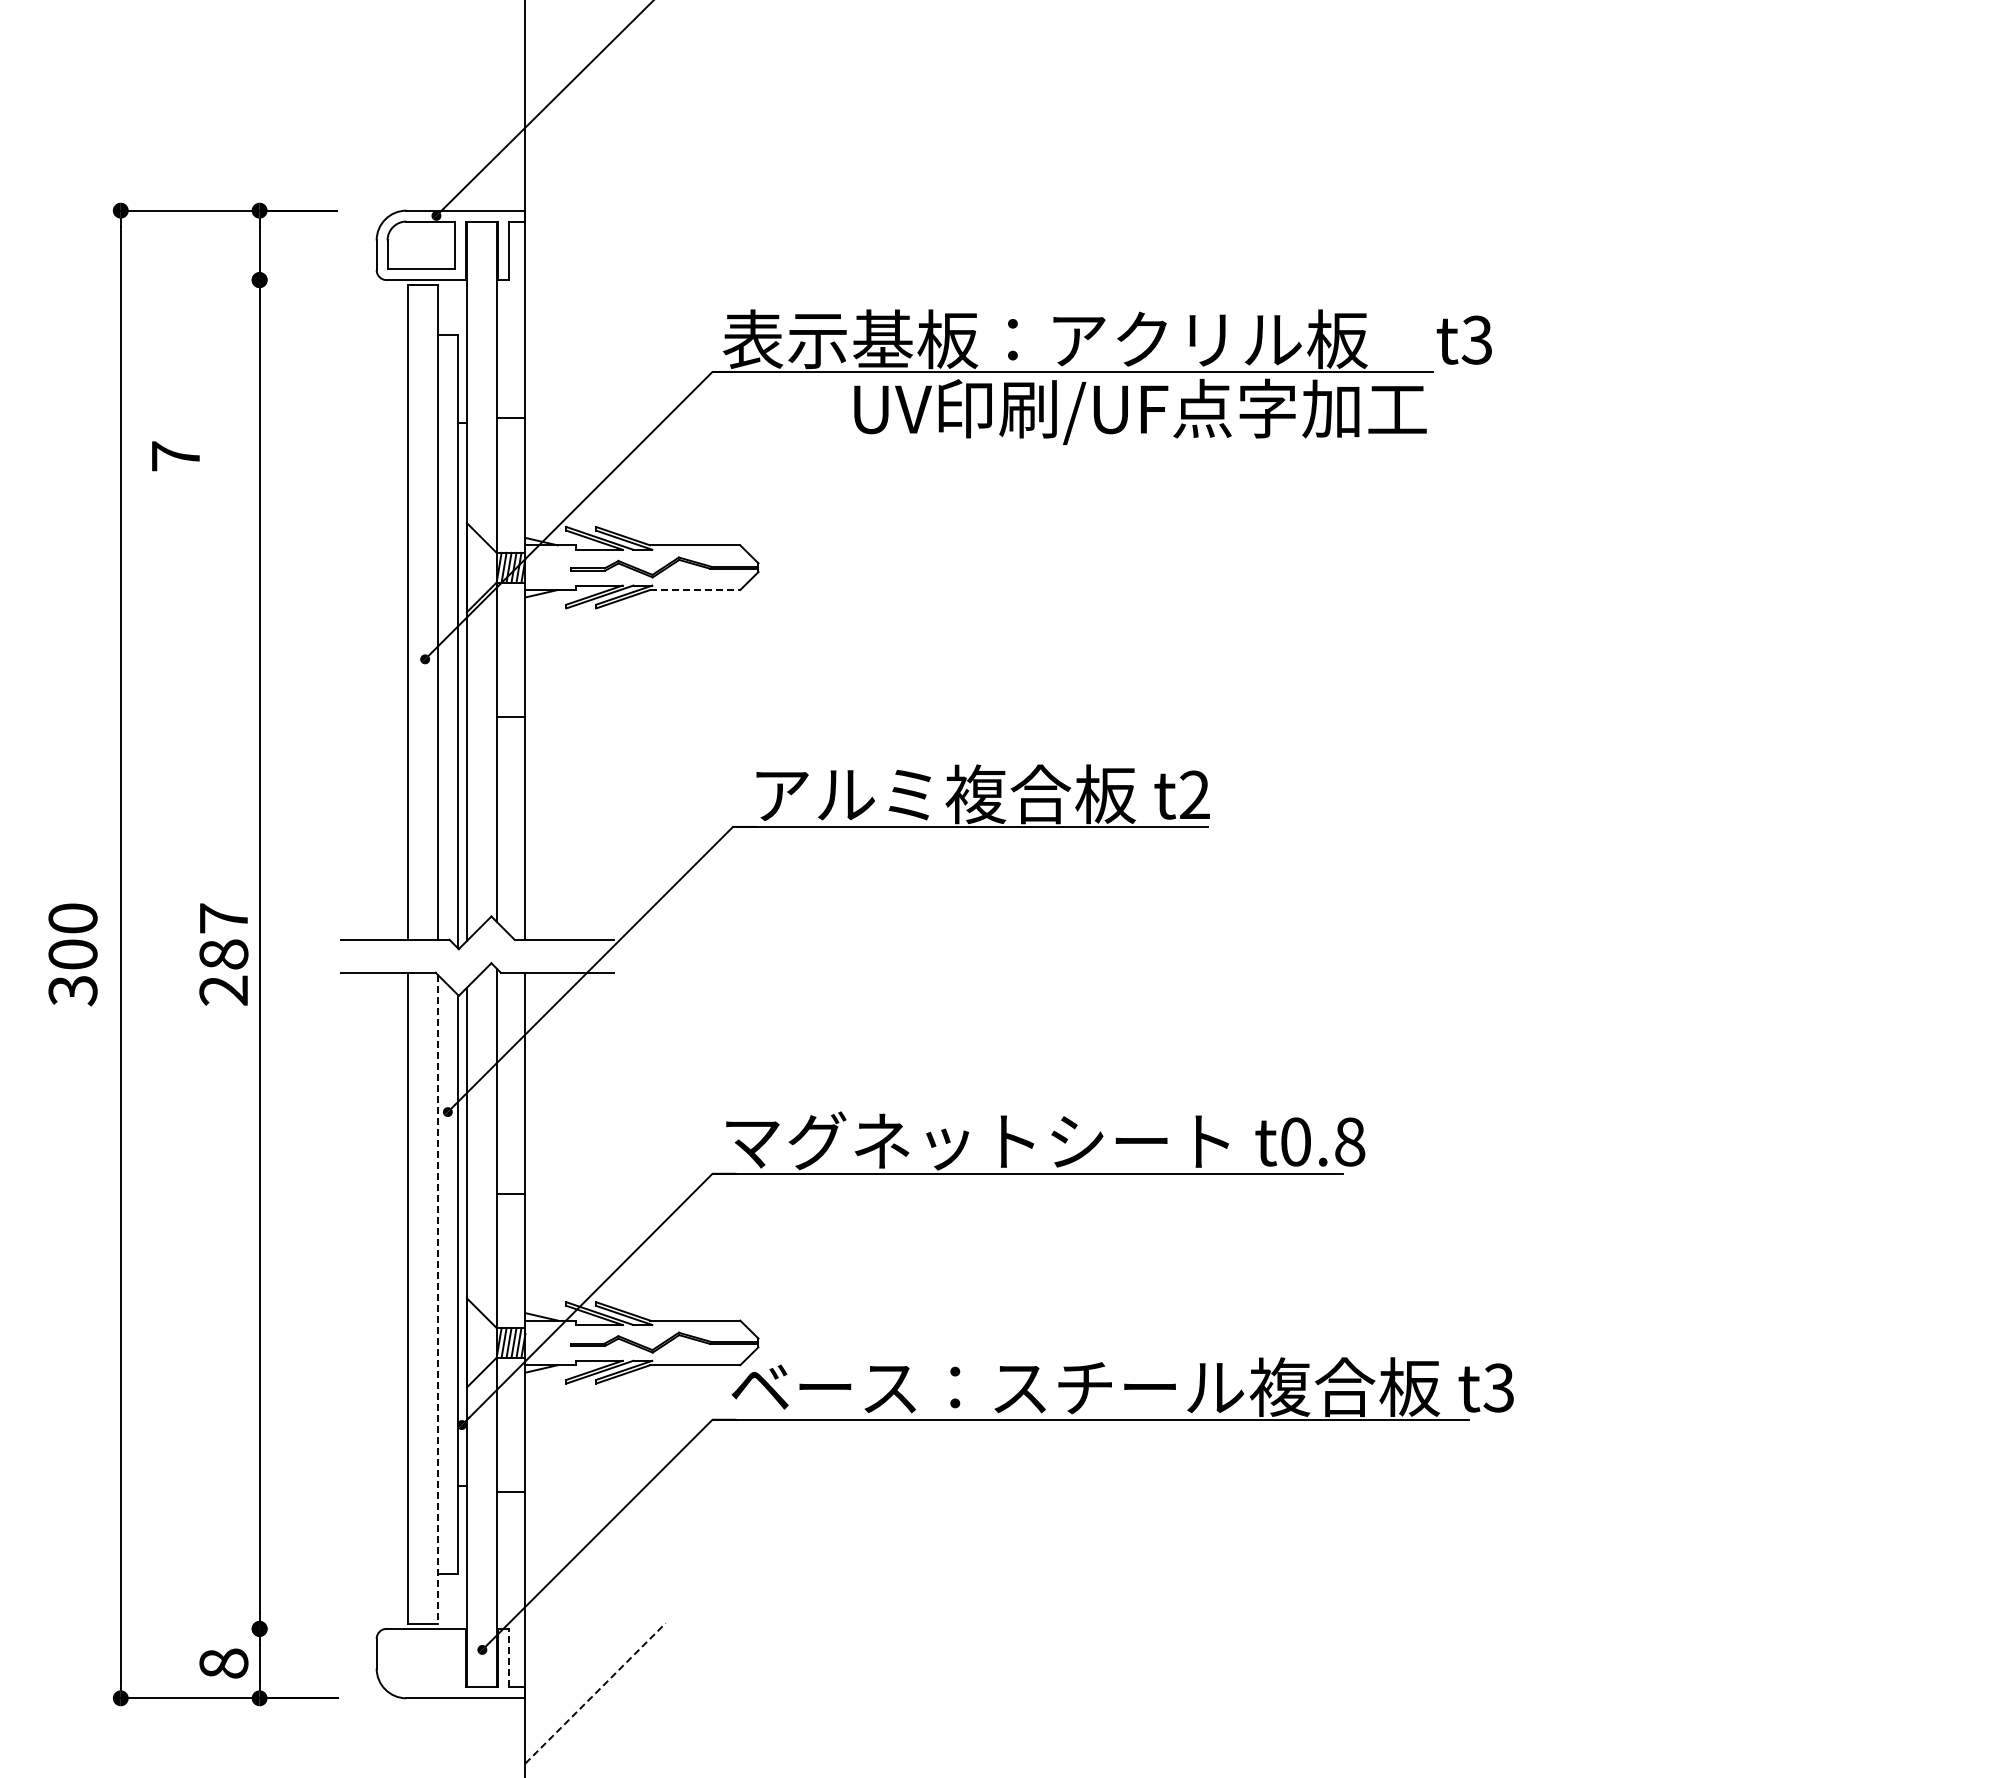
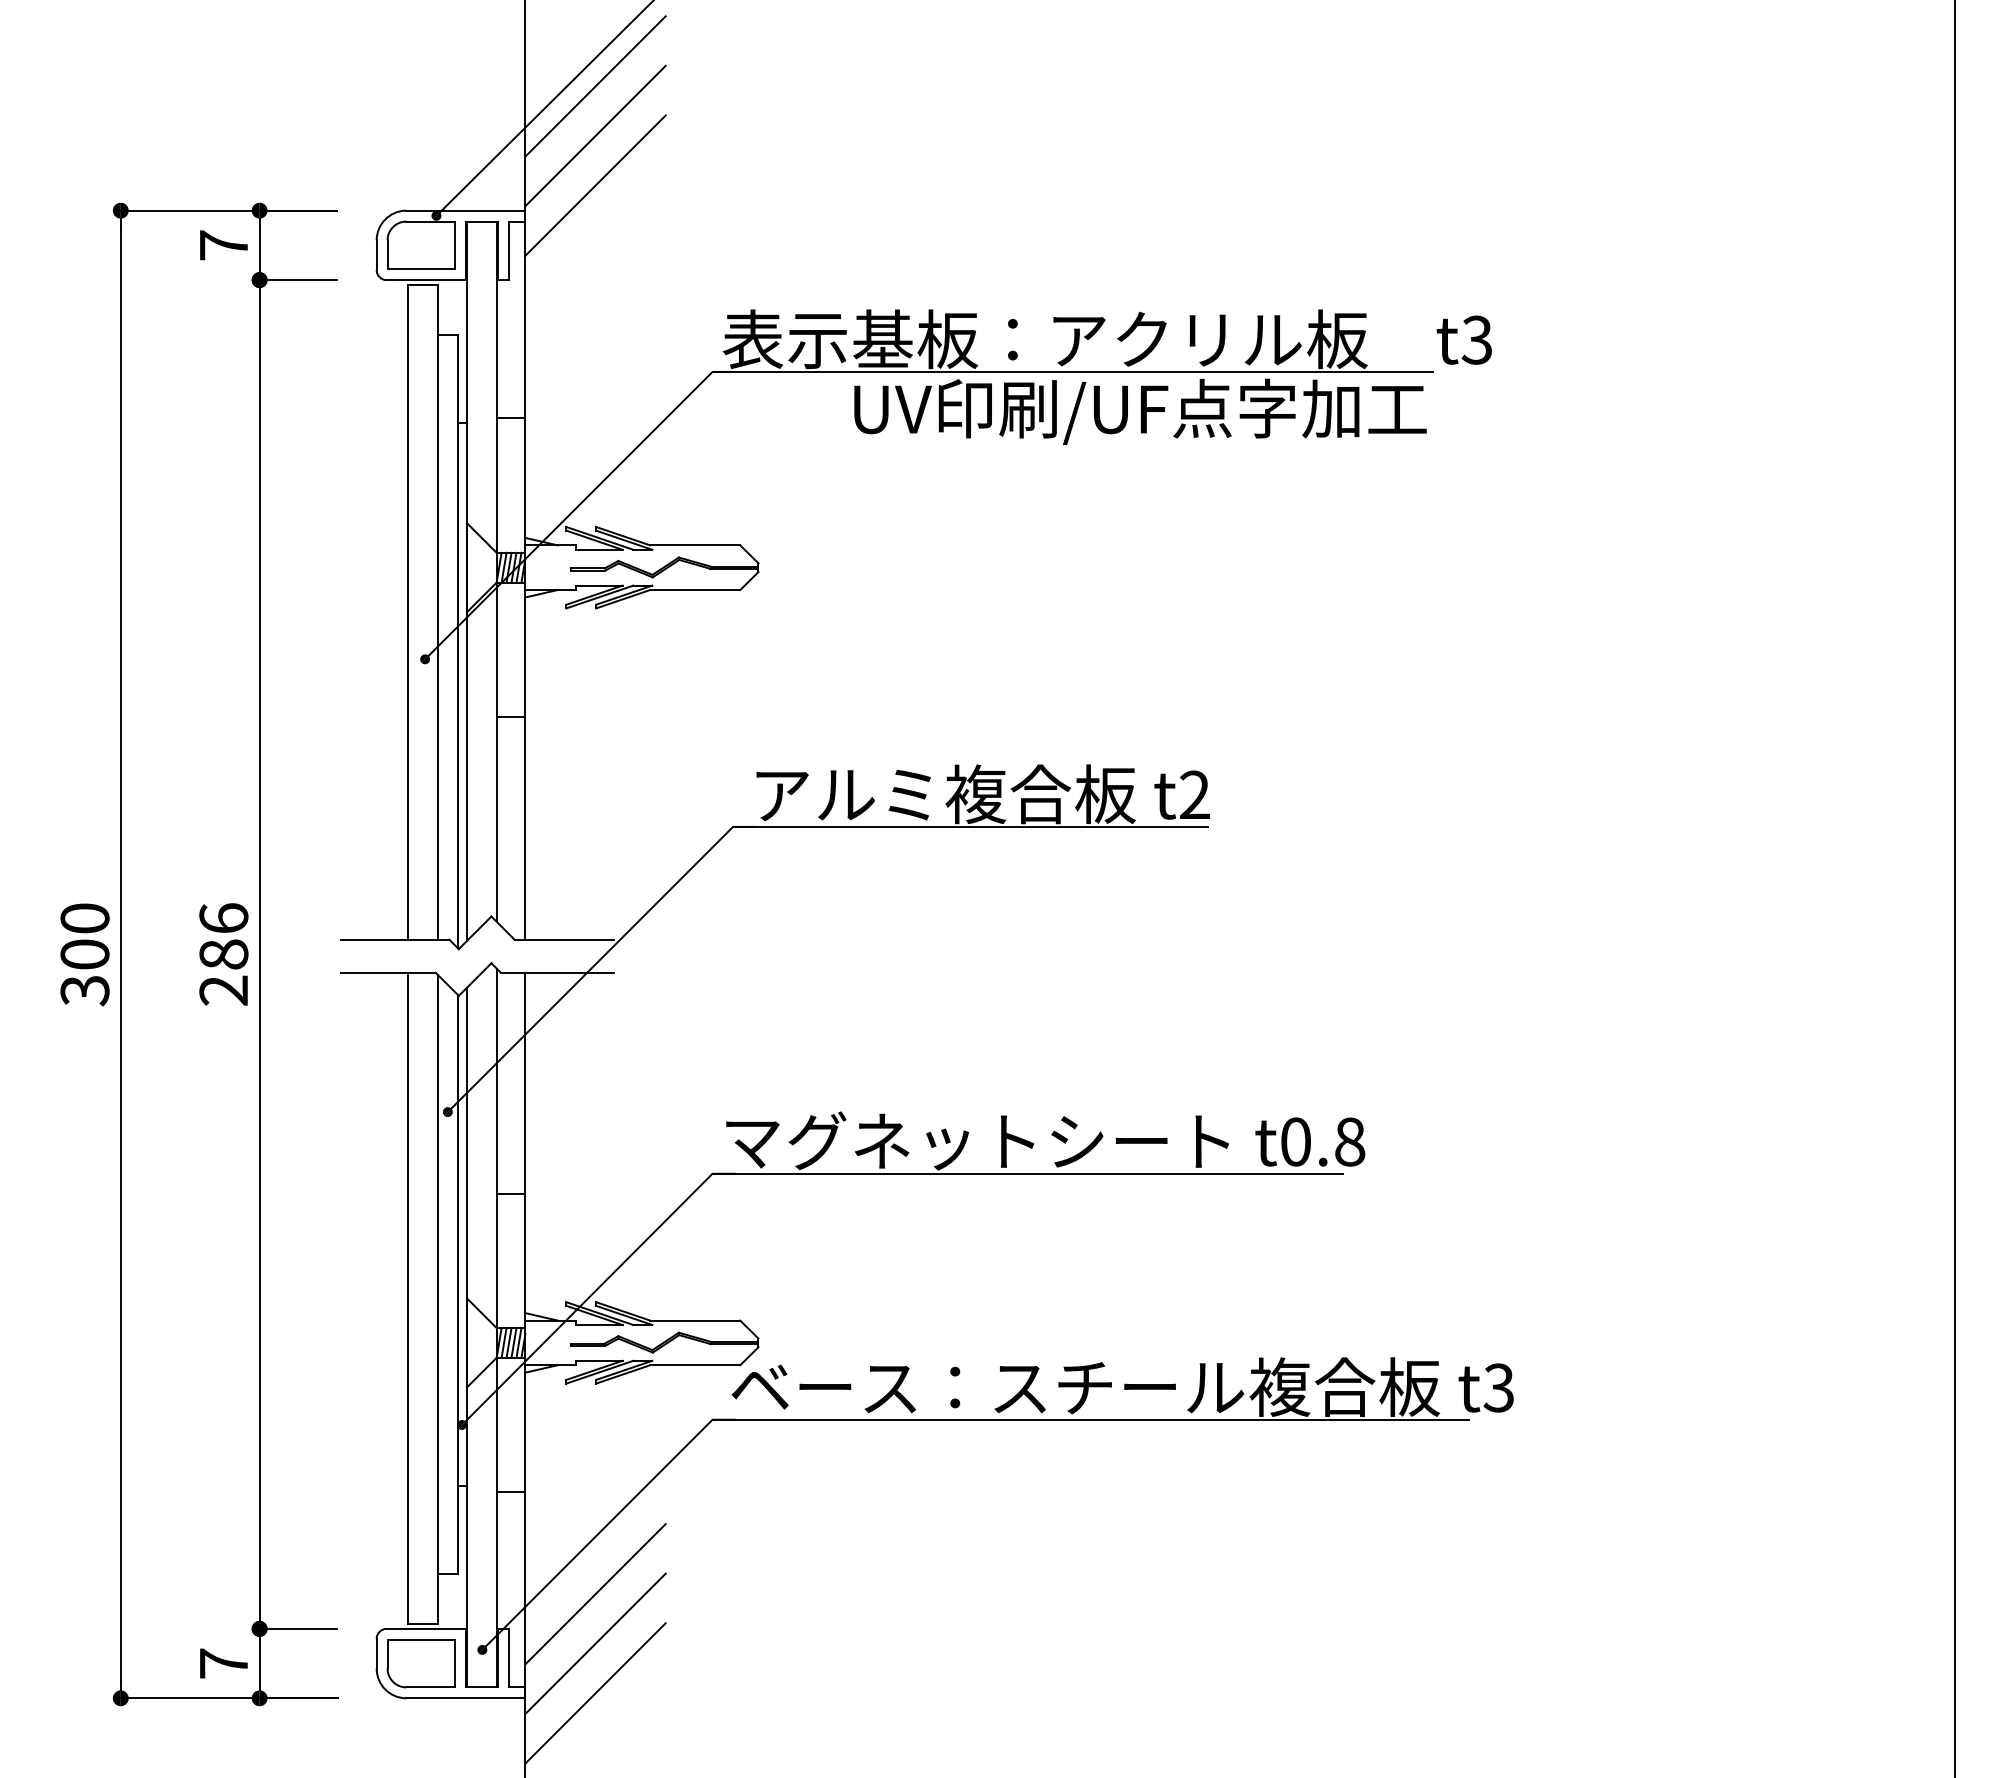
line at (595, 86): none -> present
line at (595, 135): none -> present
line at (595, 185): none -> present
line at (298, 280): none -> present
text at (175, 456) position: (175, 456) -> (223, 245)
line at (695, 590): dashed -> solid
line at (1954, 888): none -> present
text at (223, 918): 287 -> 286
text at (72, 954) position: (72, 954) -> (84, 954)
line at (438, 1300): dashed -> solid
line at (595, 1594): none -> present
line at (298, 1628): none -> present
line at (595, 1643): none -> present
line at (508, 1657): dashed -> solid
text at (223, 1663): 8 -> 7
part at (420, 1663): none -> present
line at (595, 1693): dashed -> solid
